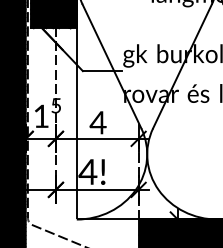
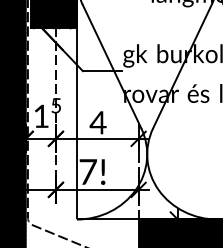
text at (87, 171): 4! -> 7!
